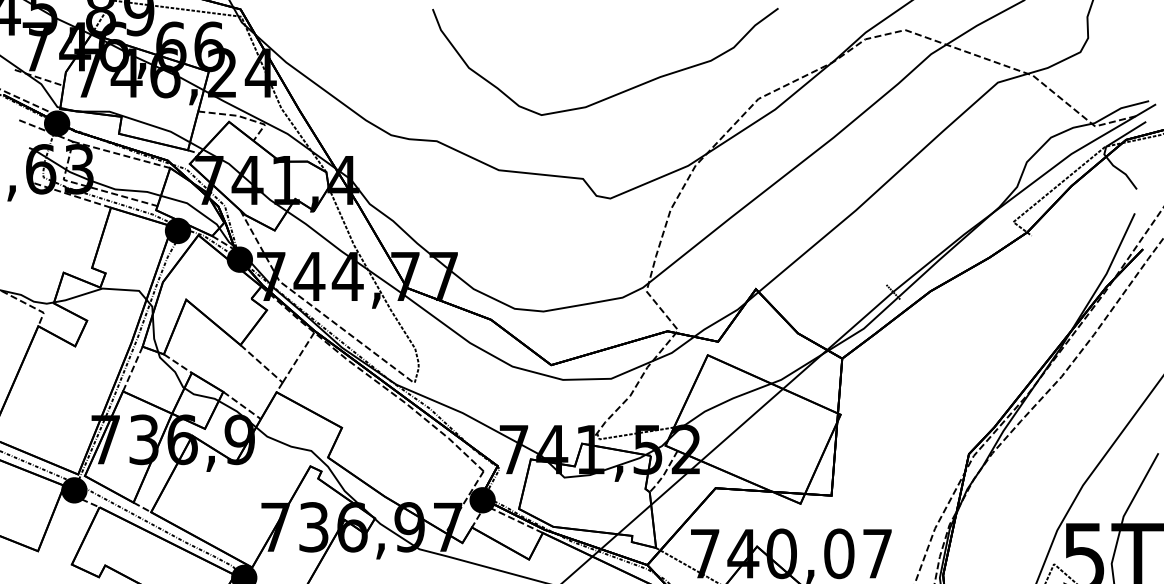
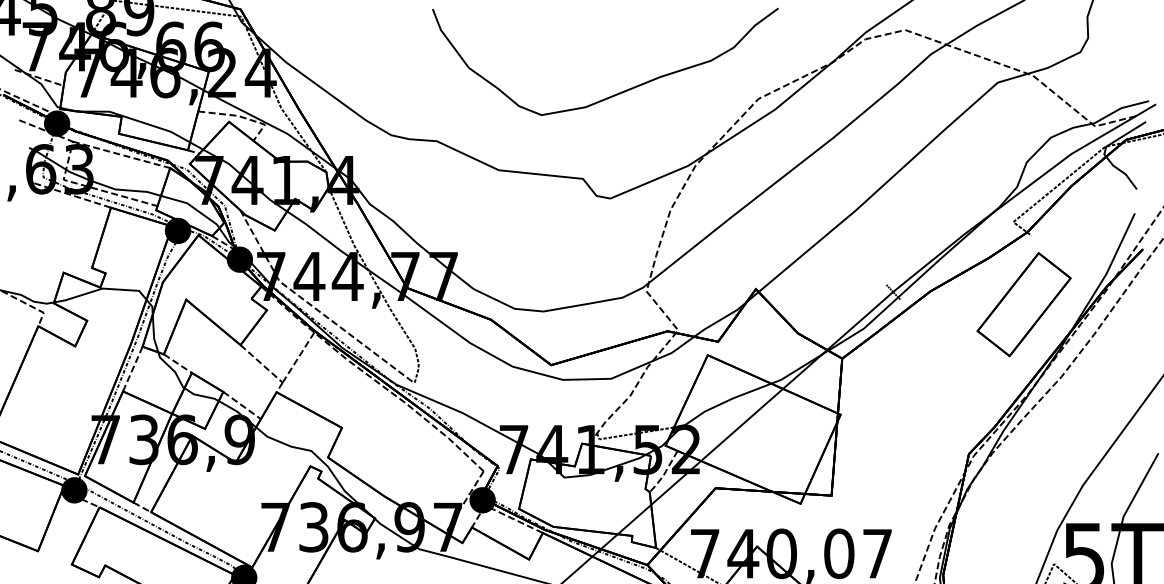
part at (1023, 304): none -> present
